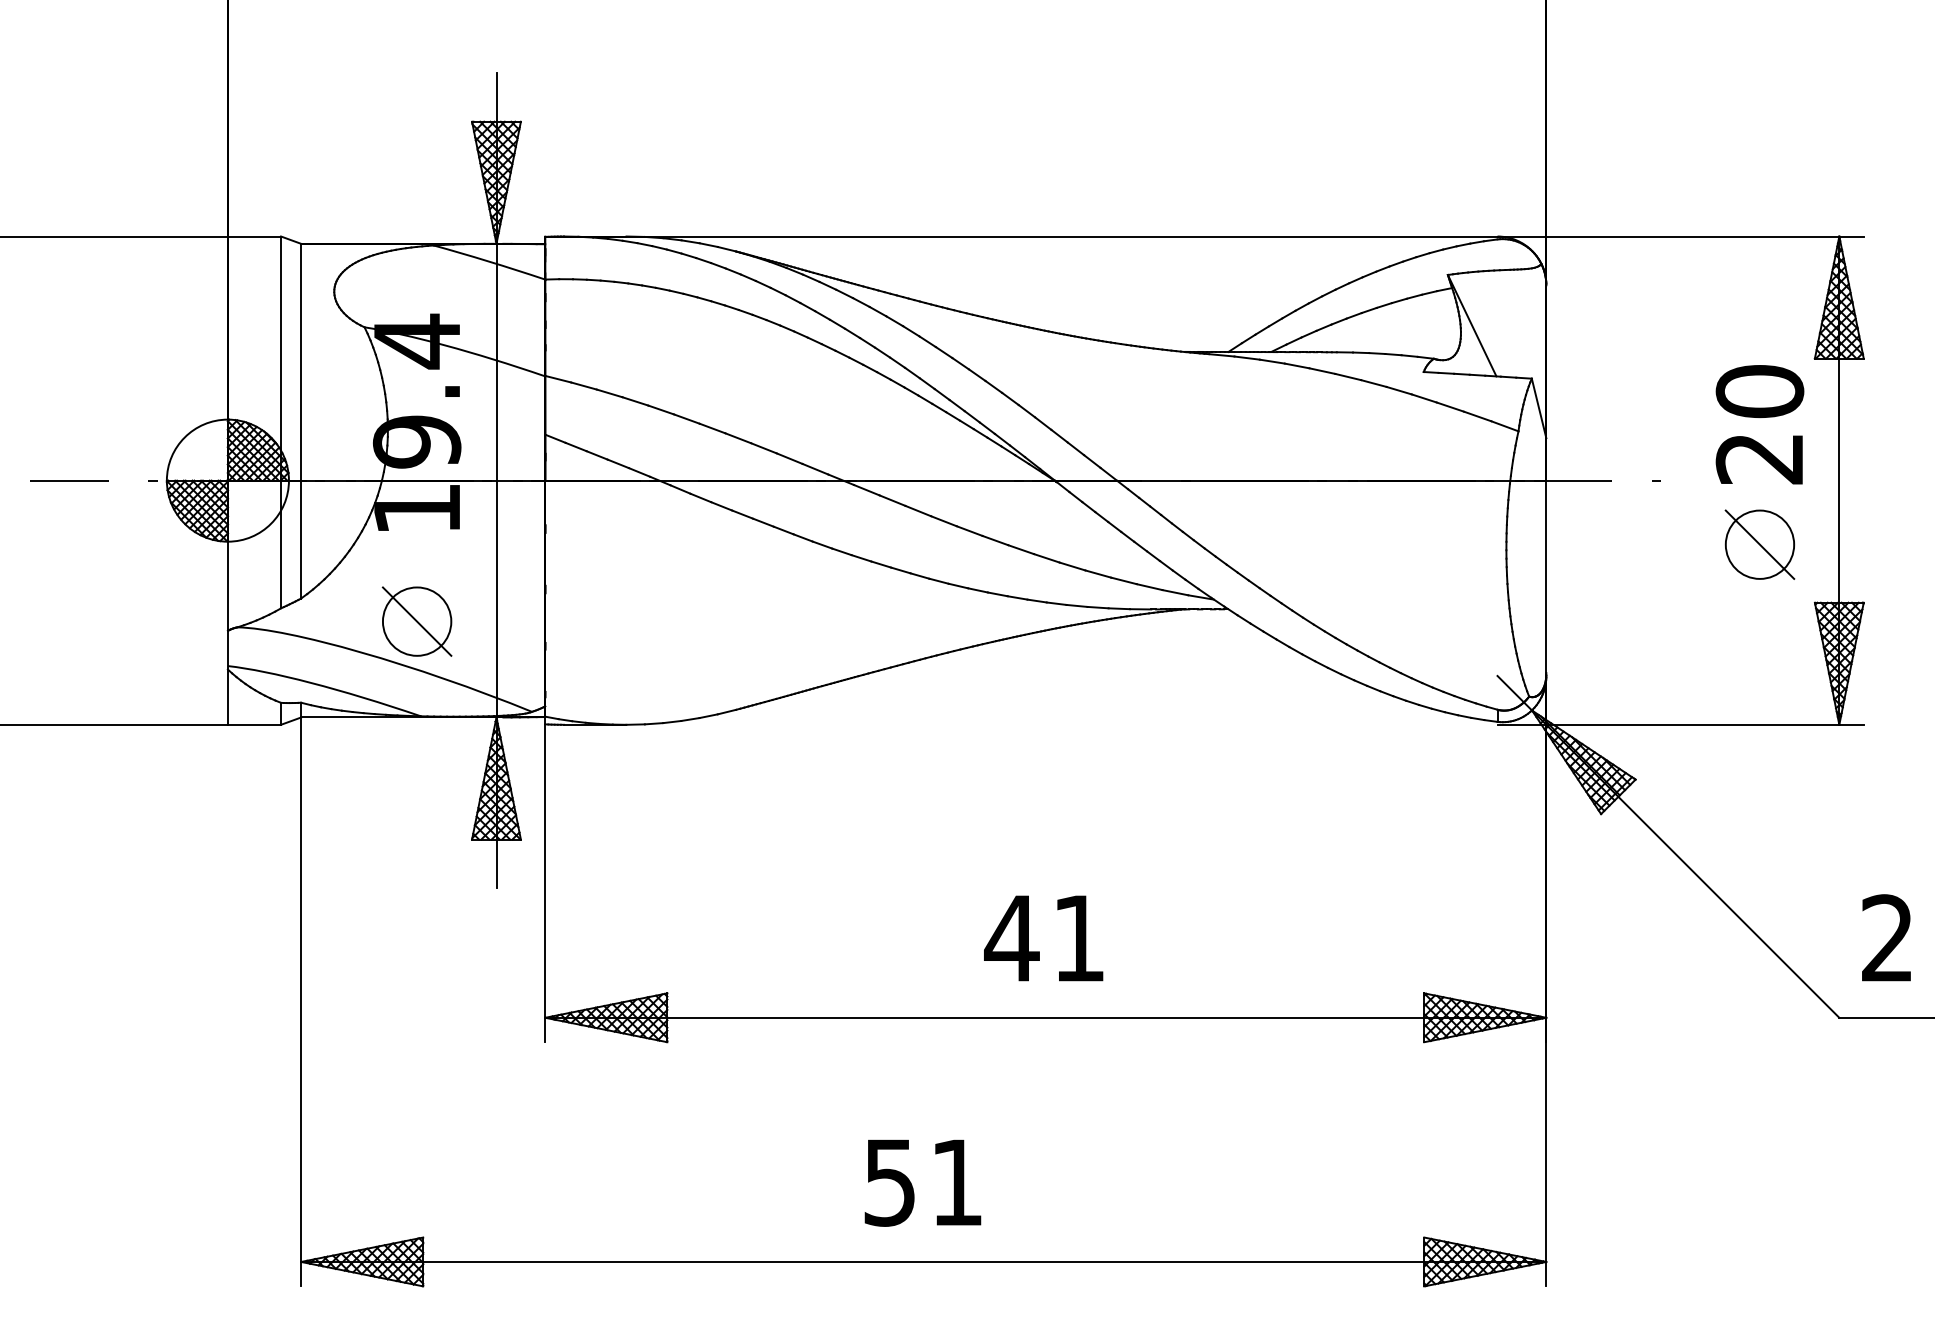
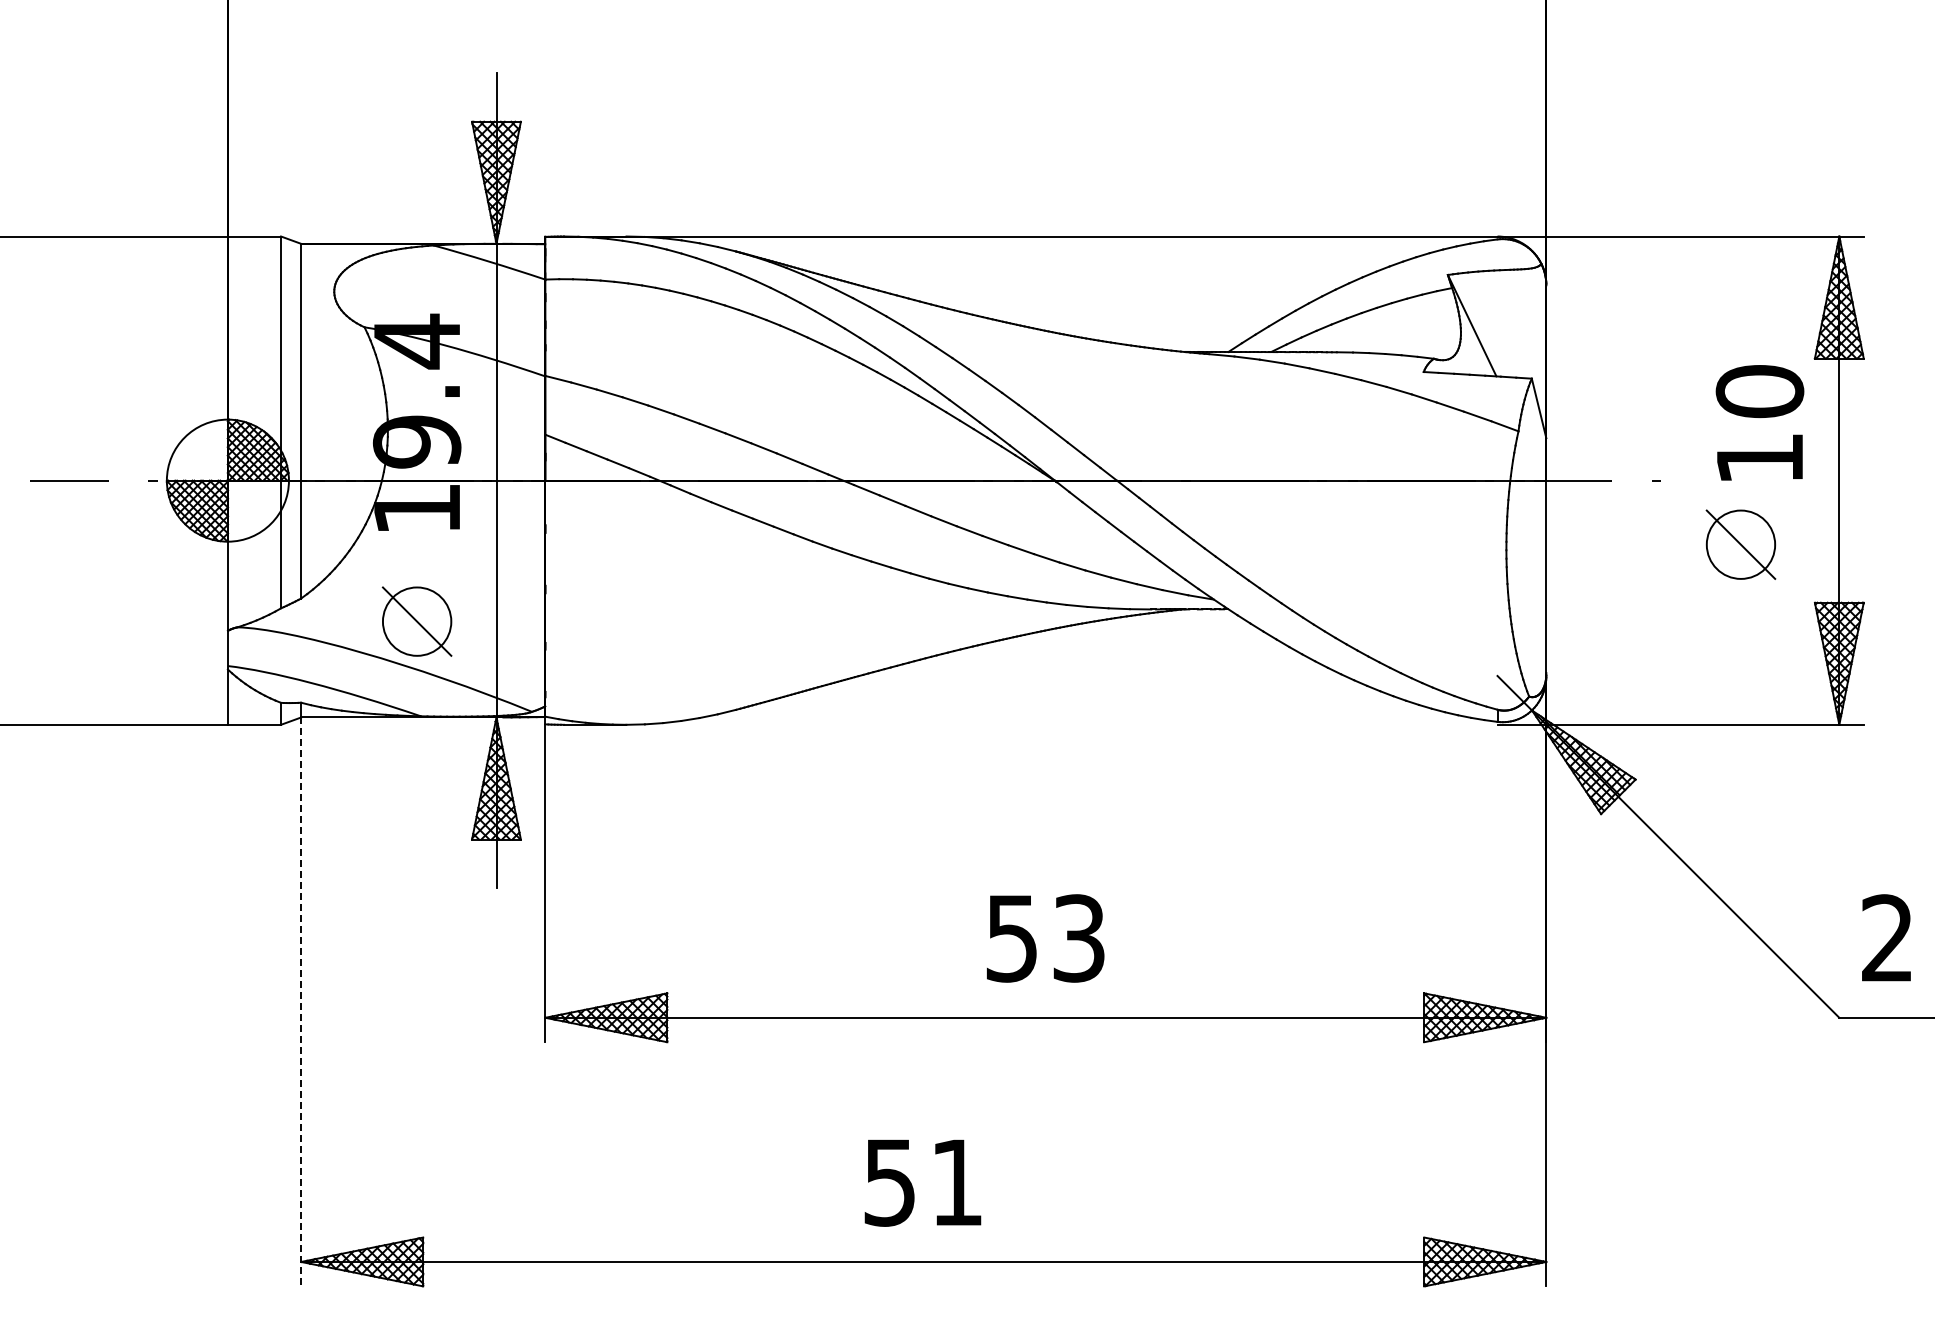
text at (1758, 459): 20 -> 10
part at (1759, 544) position: (1759, 544) -> (1740, 544)
text at (1044, 938): 41 -> 53
line at (301, 1002): solid -> dashed
